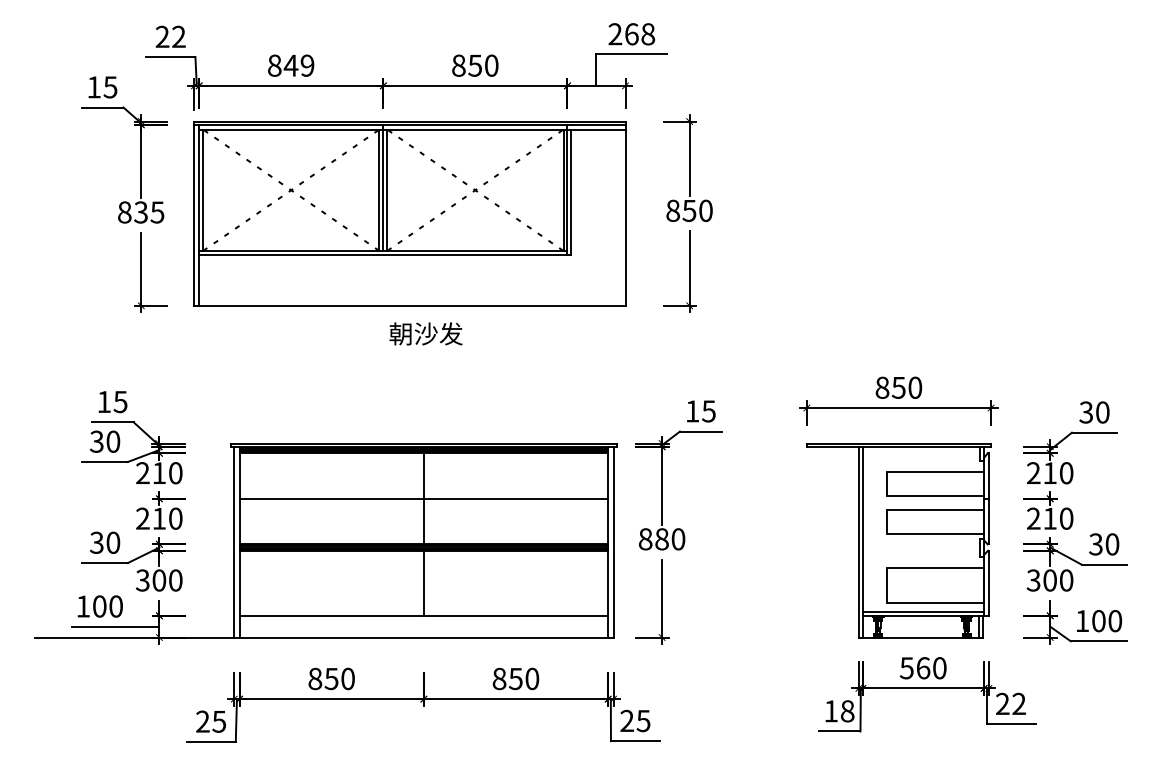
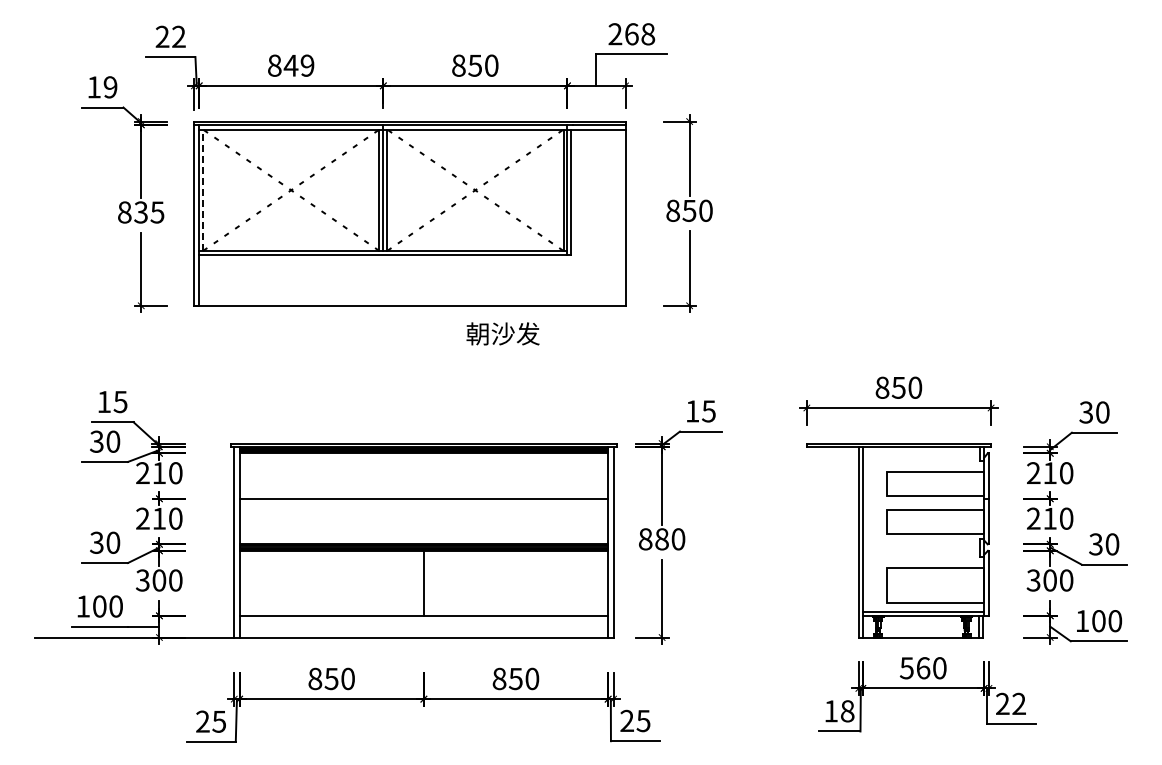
text at (110, 87): 15 -> 19
line at (203, 190): solid -> dashed
text at (425, 333) position: (425, 333) -> (502, 333)
line at (423, 498): present -> none
